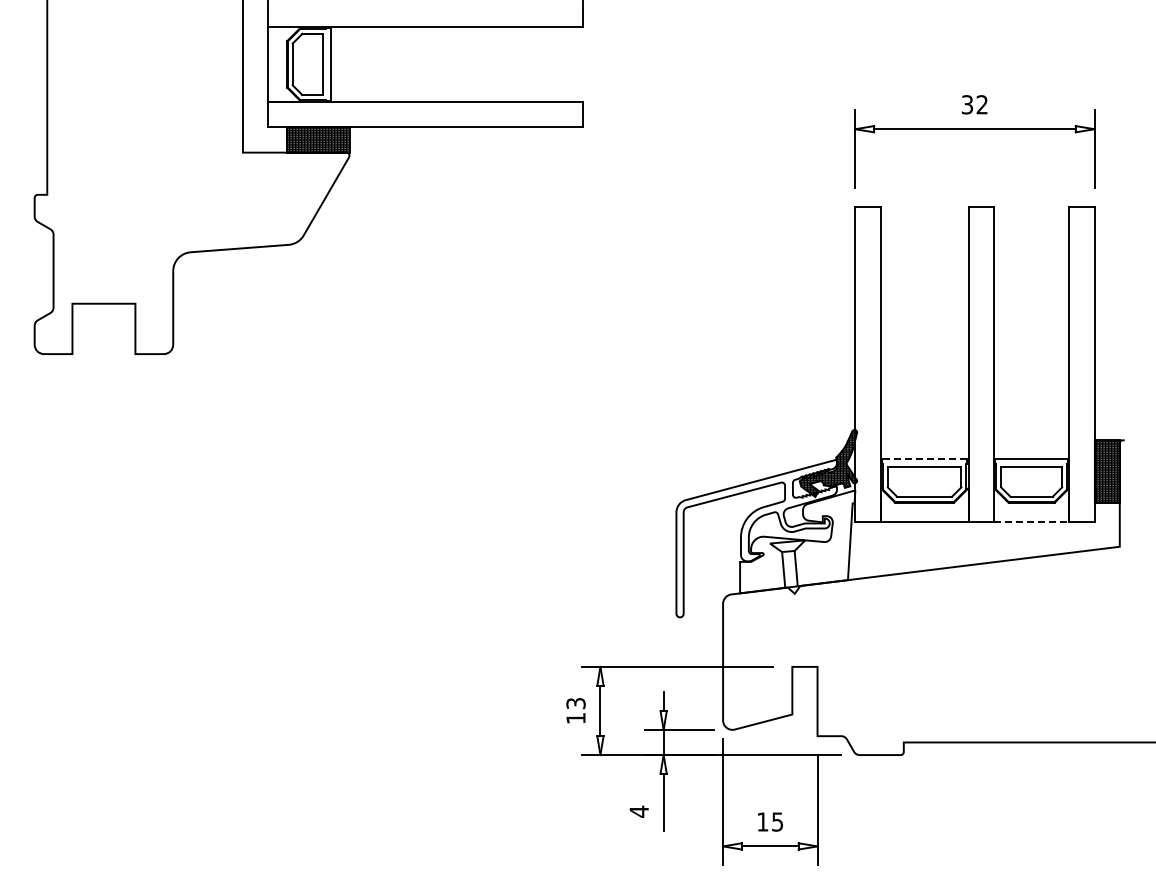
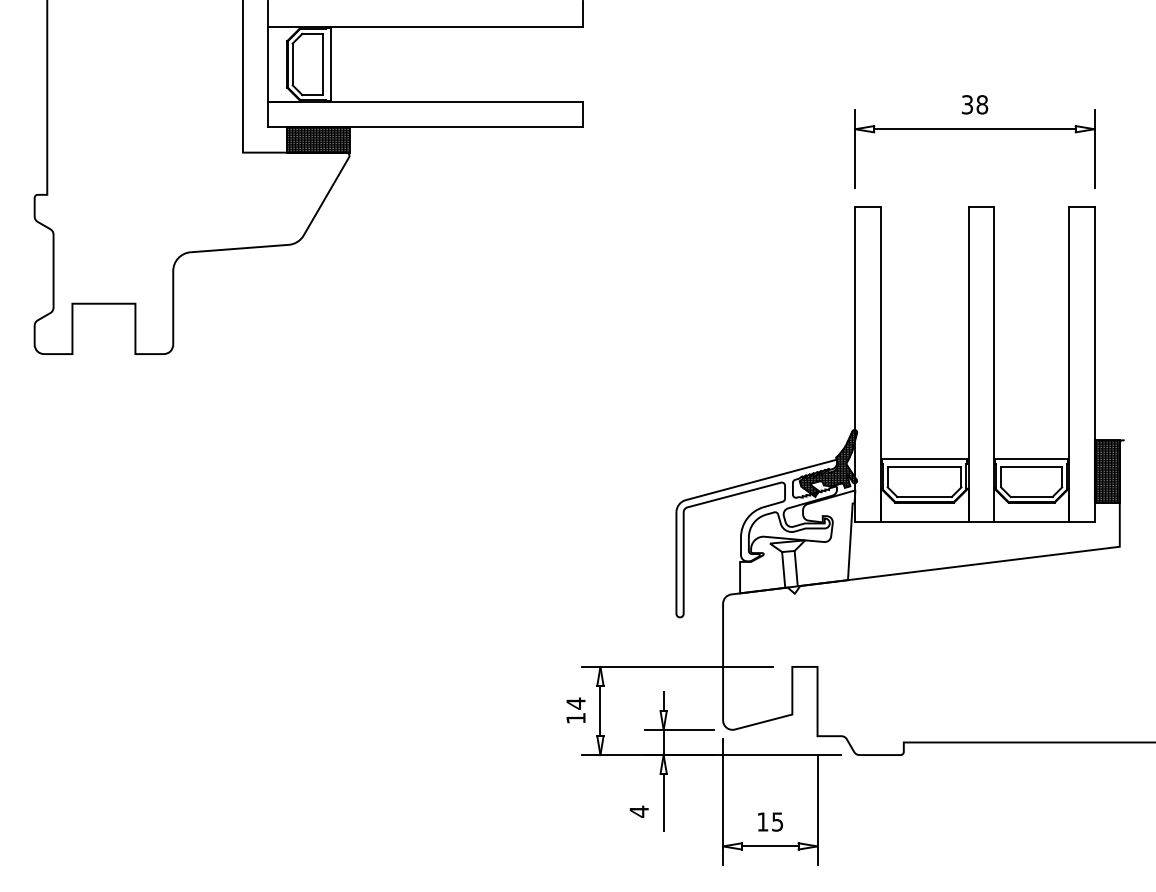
text at (982, 104): 32 -> 38
line at (924, 458): dashed -> solid
line at (1031, 521): dashed -> solid
text at (575, 703): 13 -> 14
